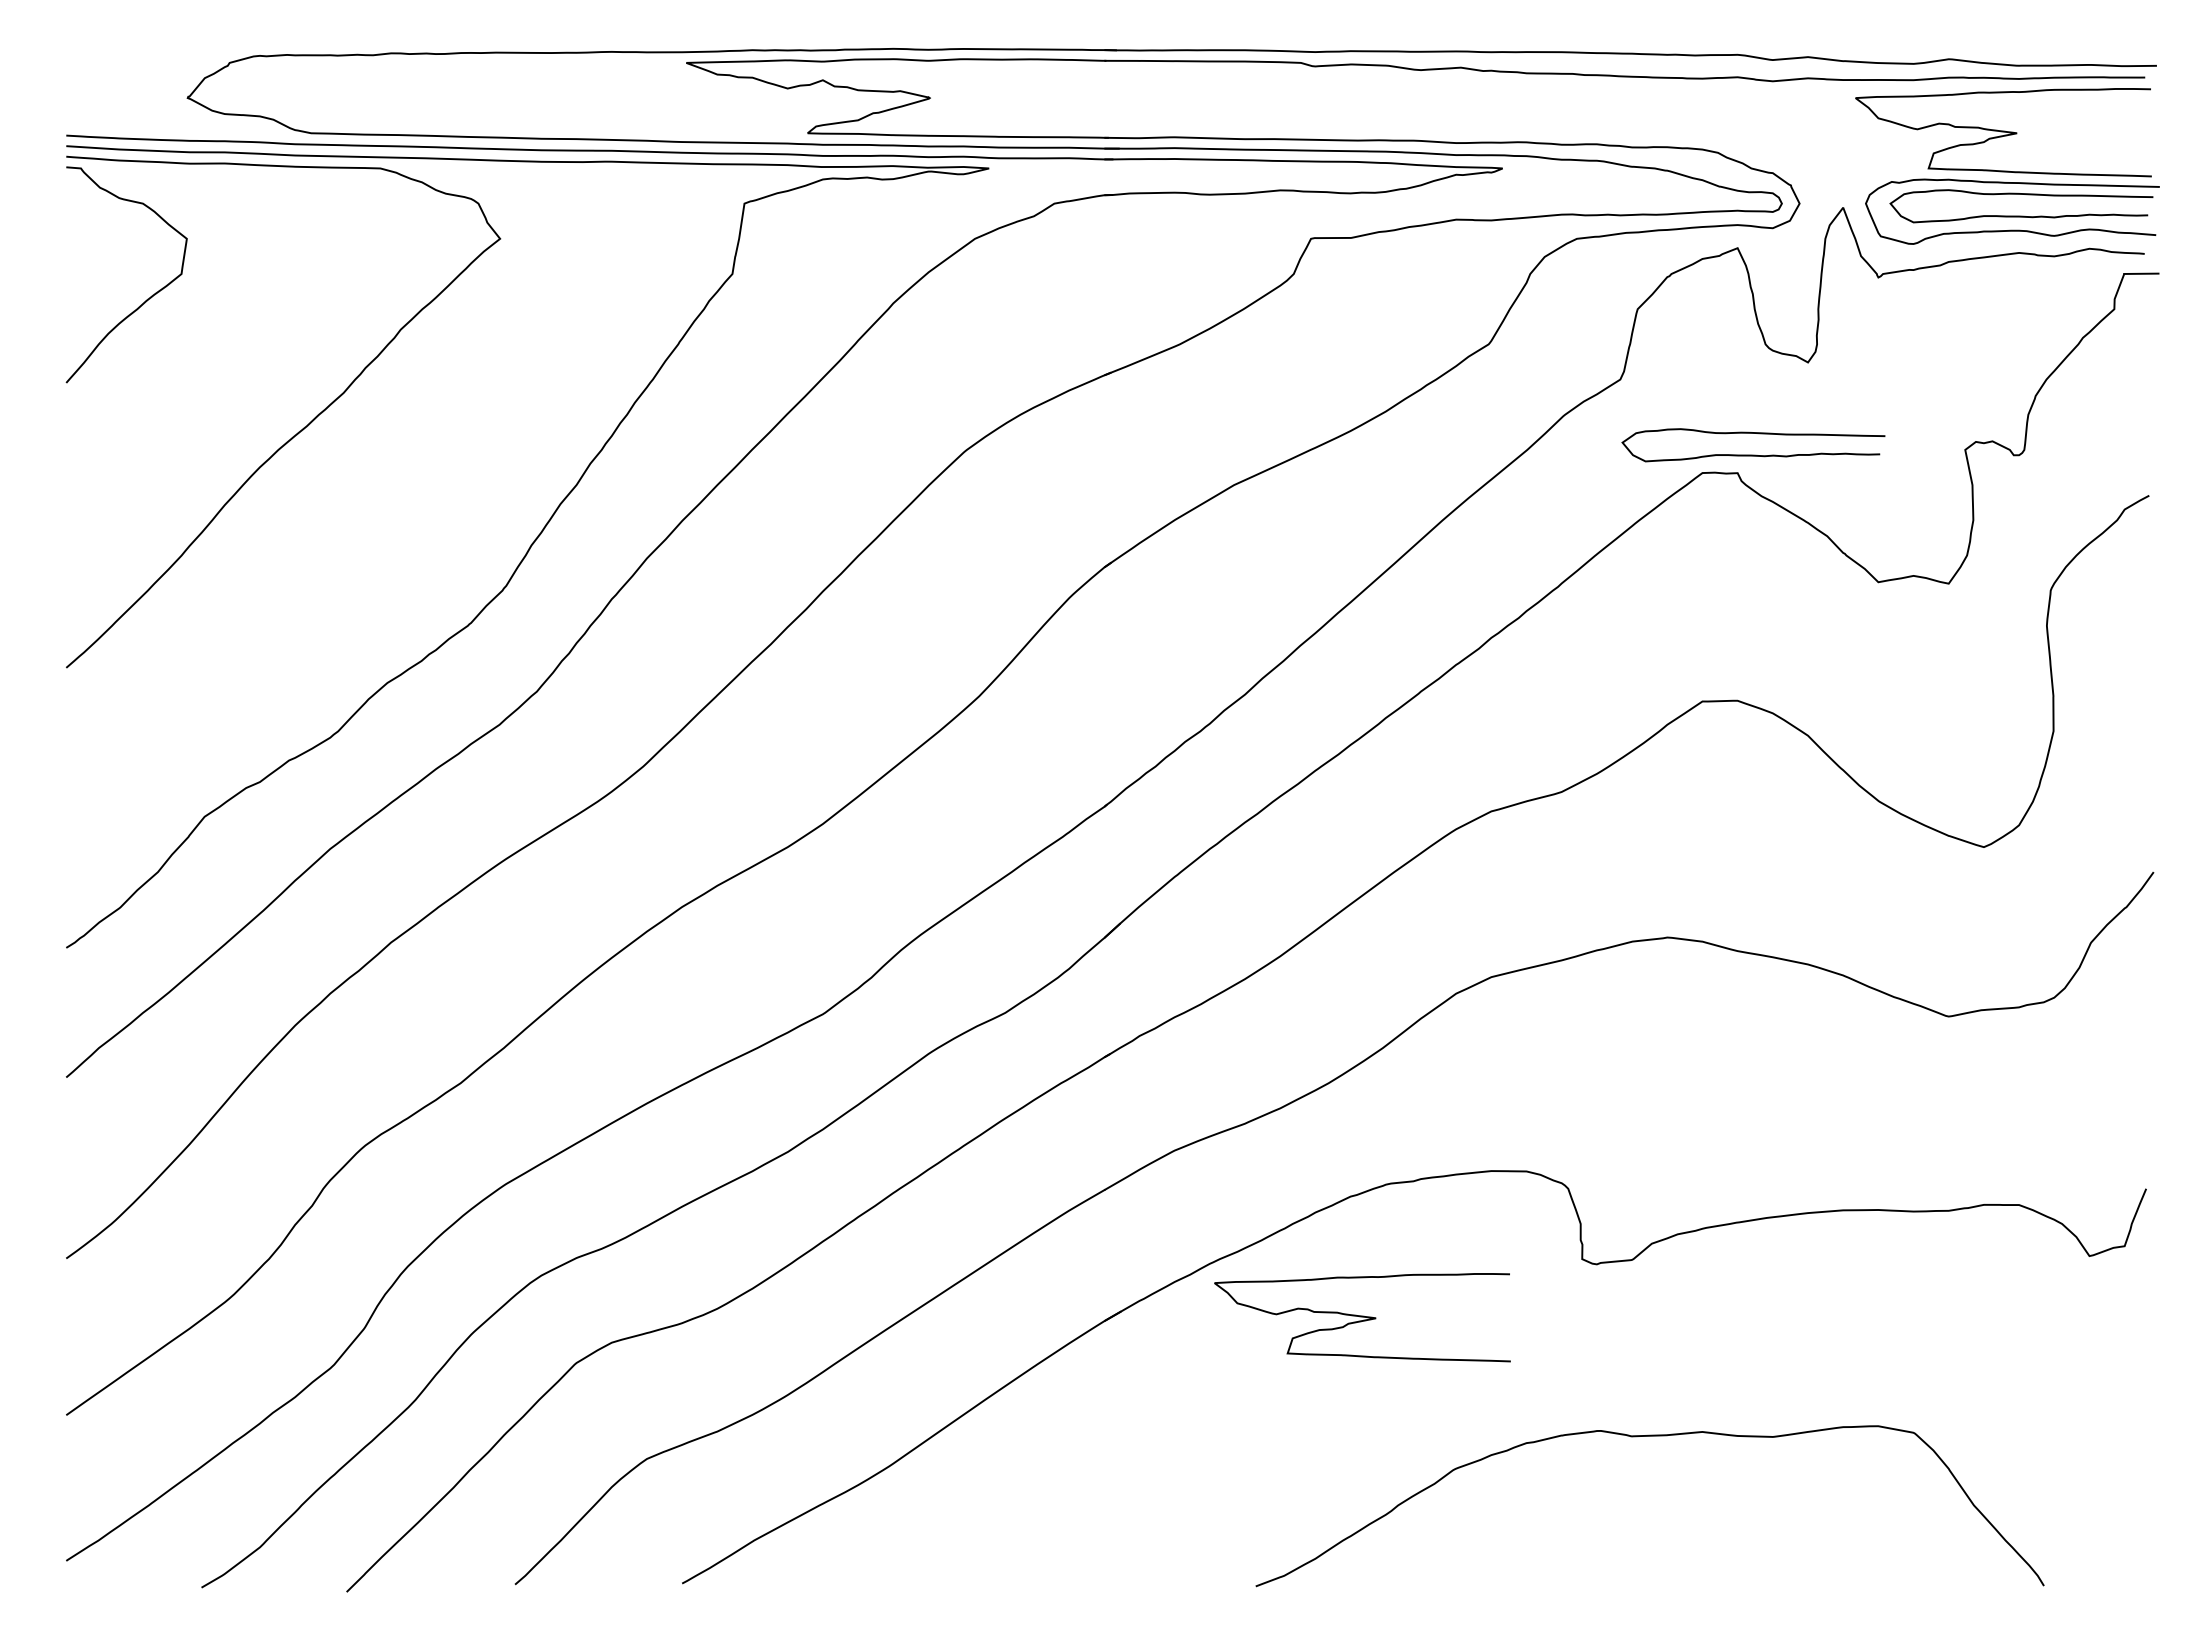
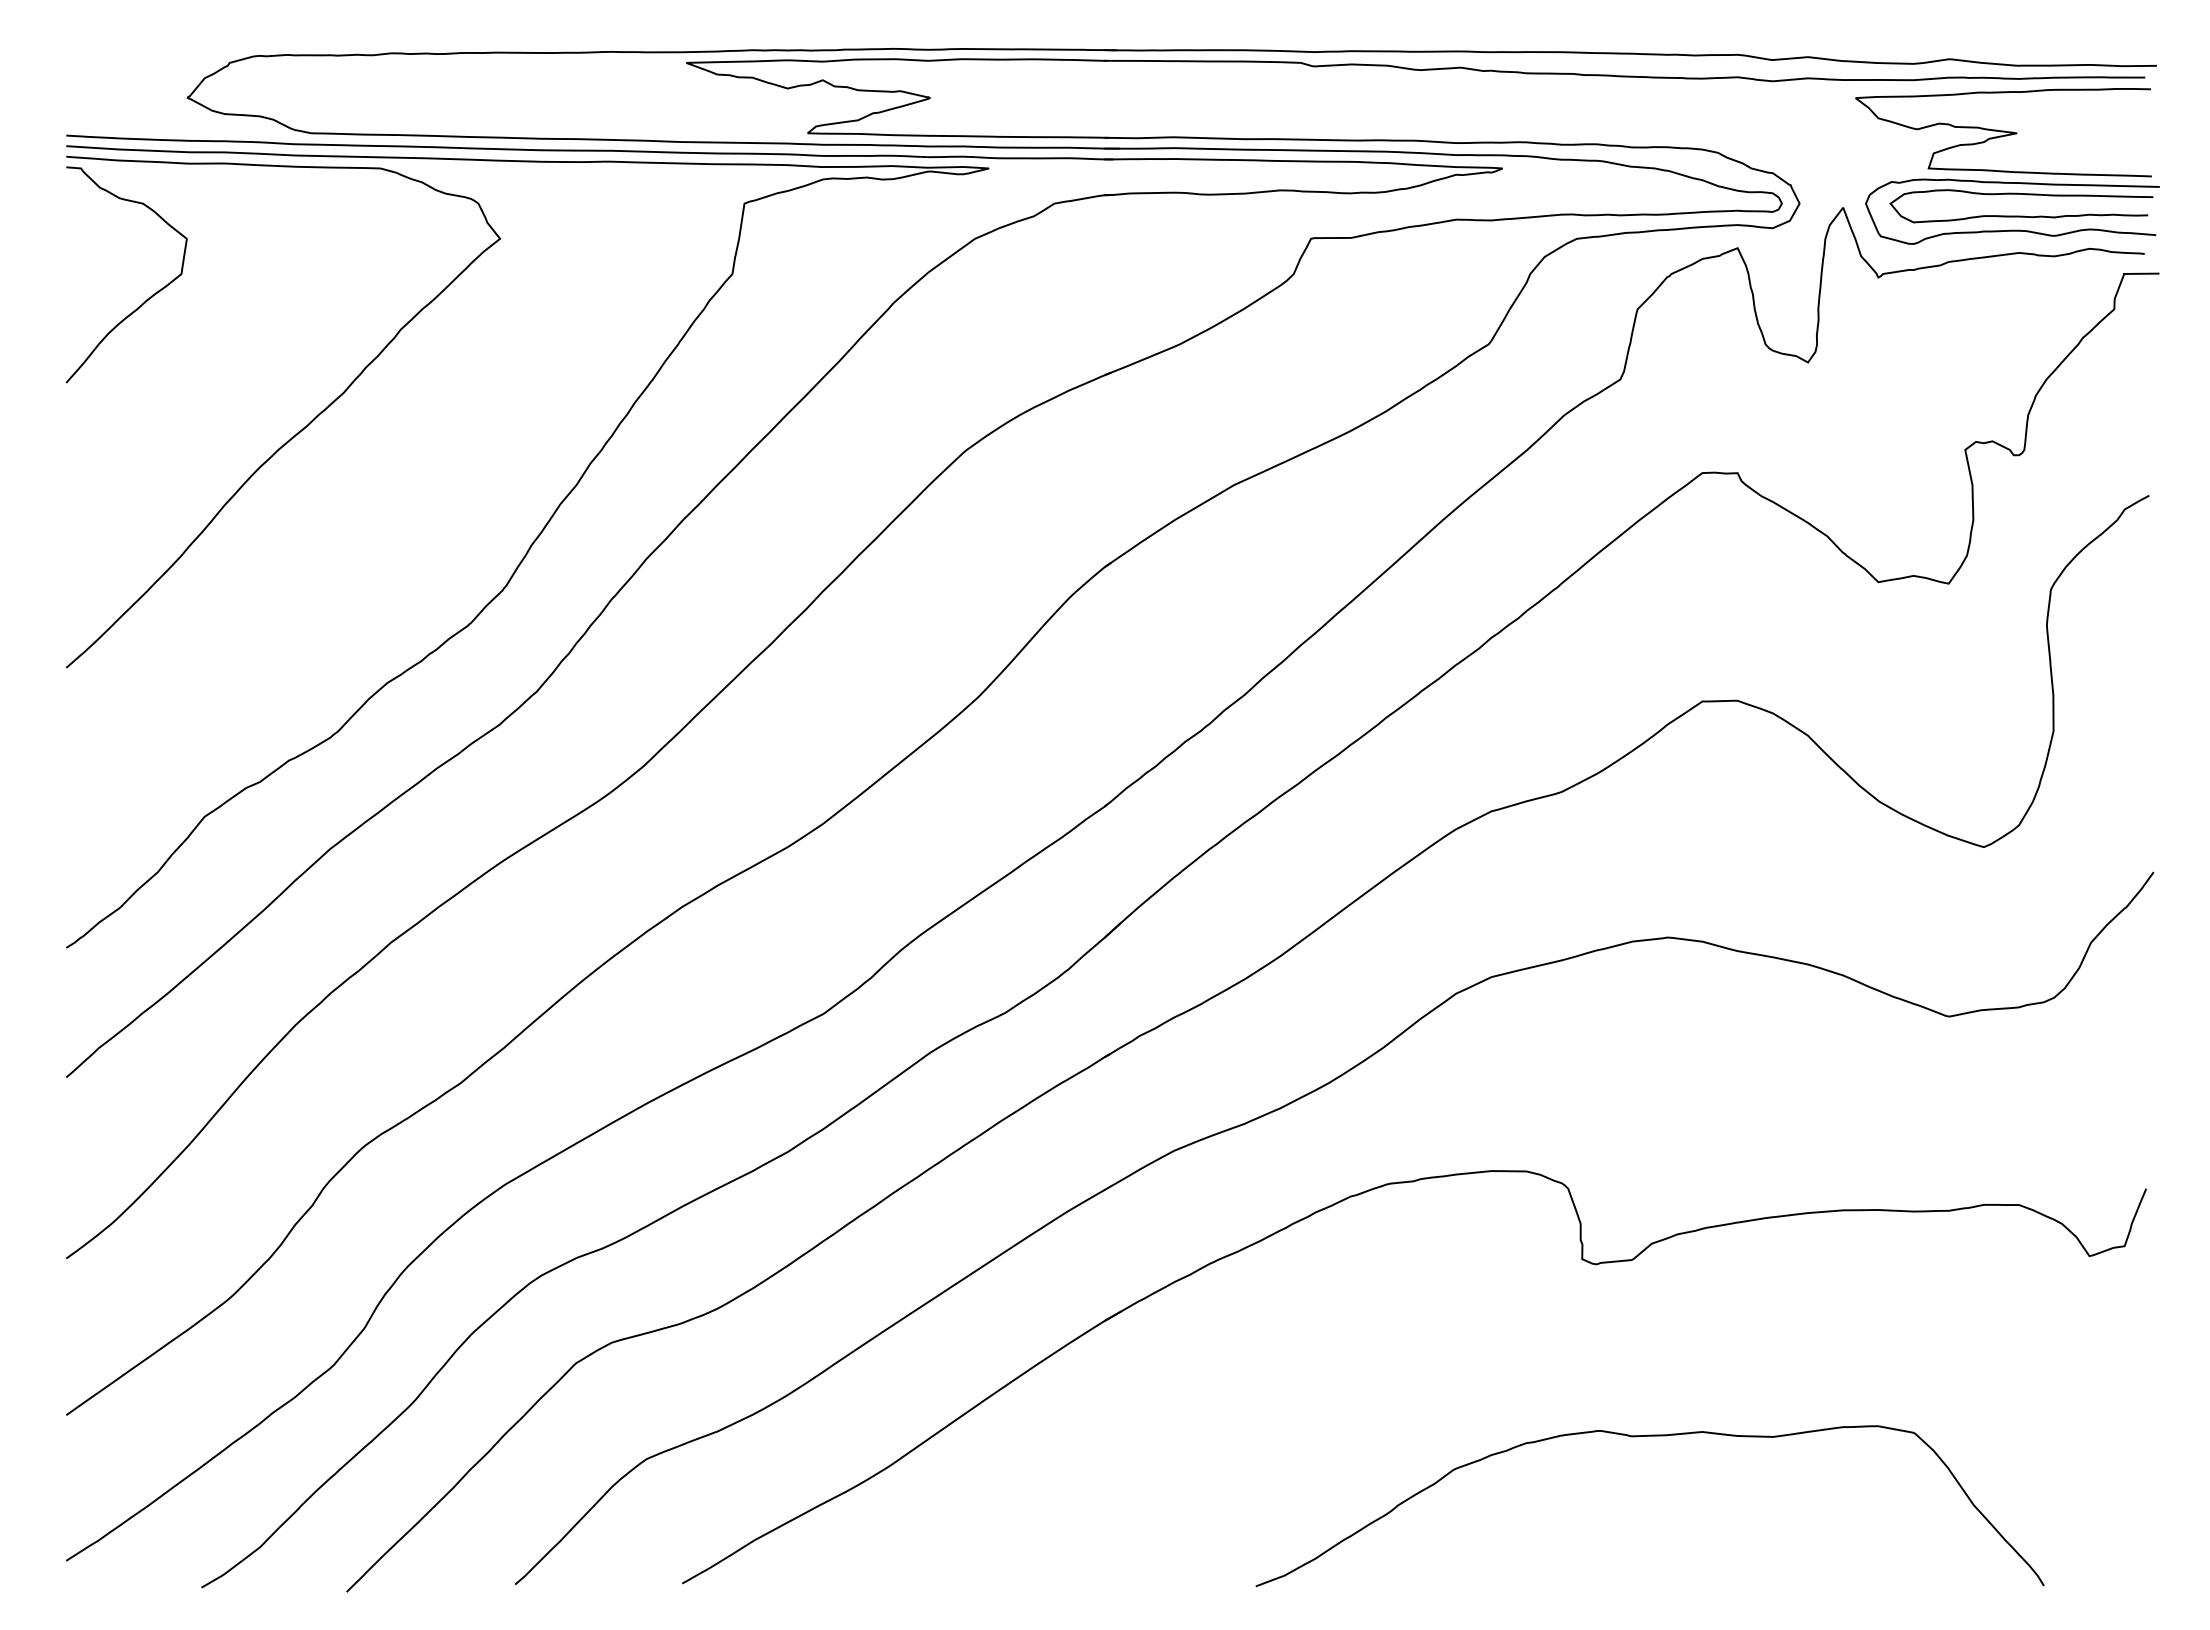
curve at (1753, 454): present -> none
curve at (1362, 1317): present -> none
